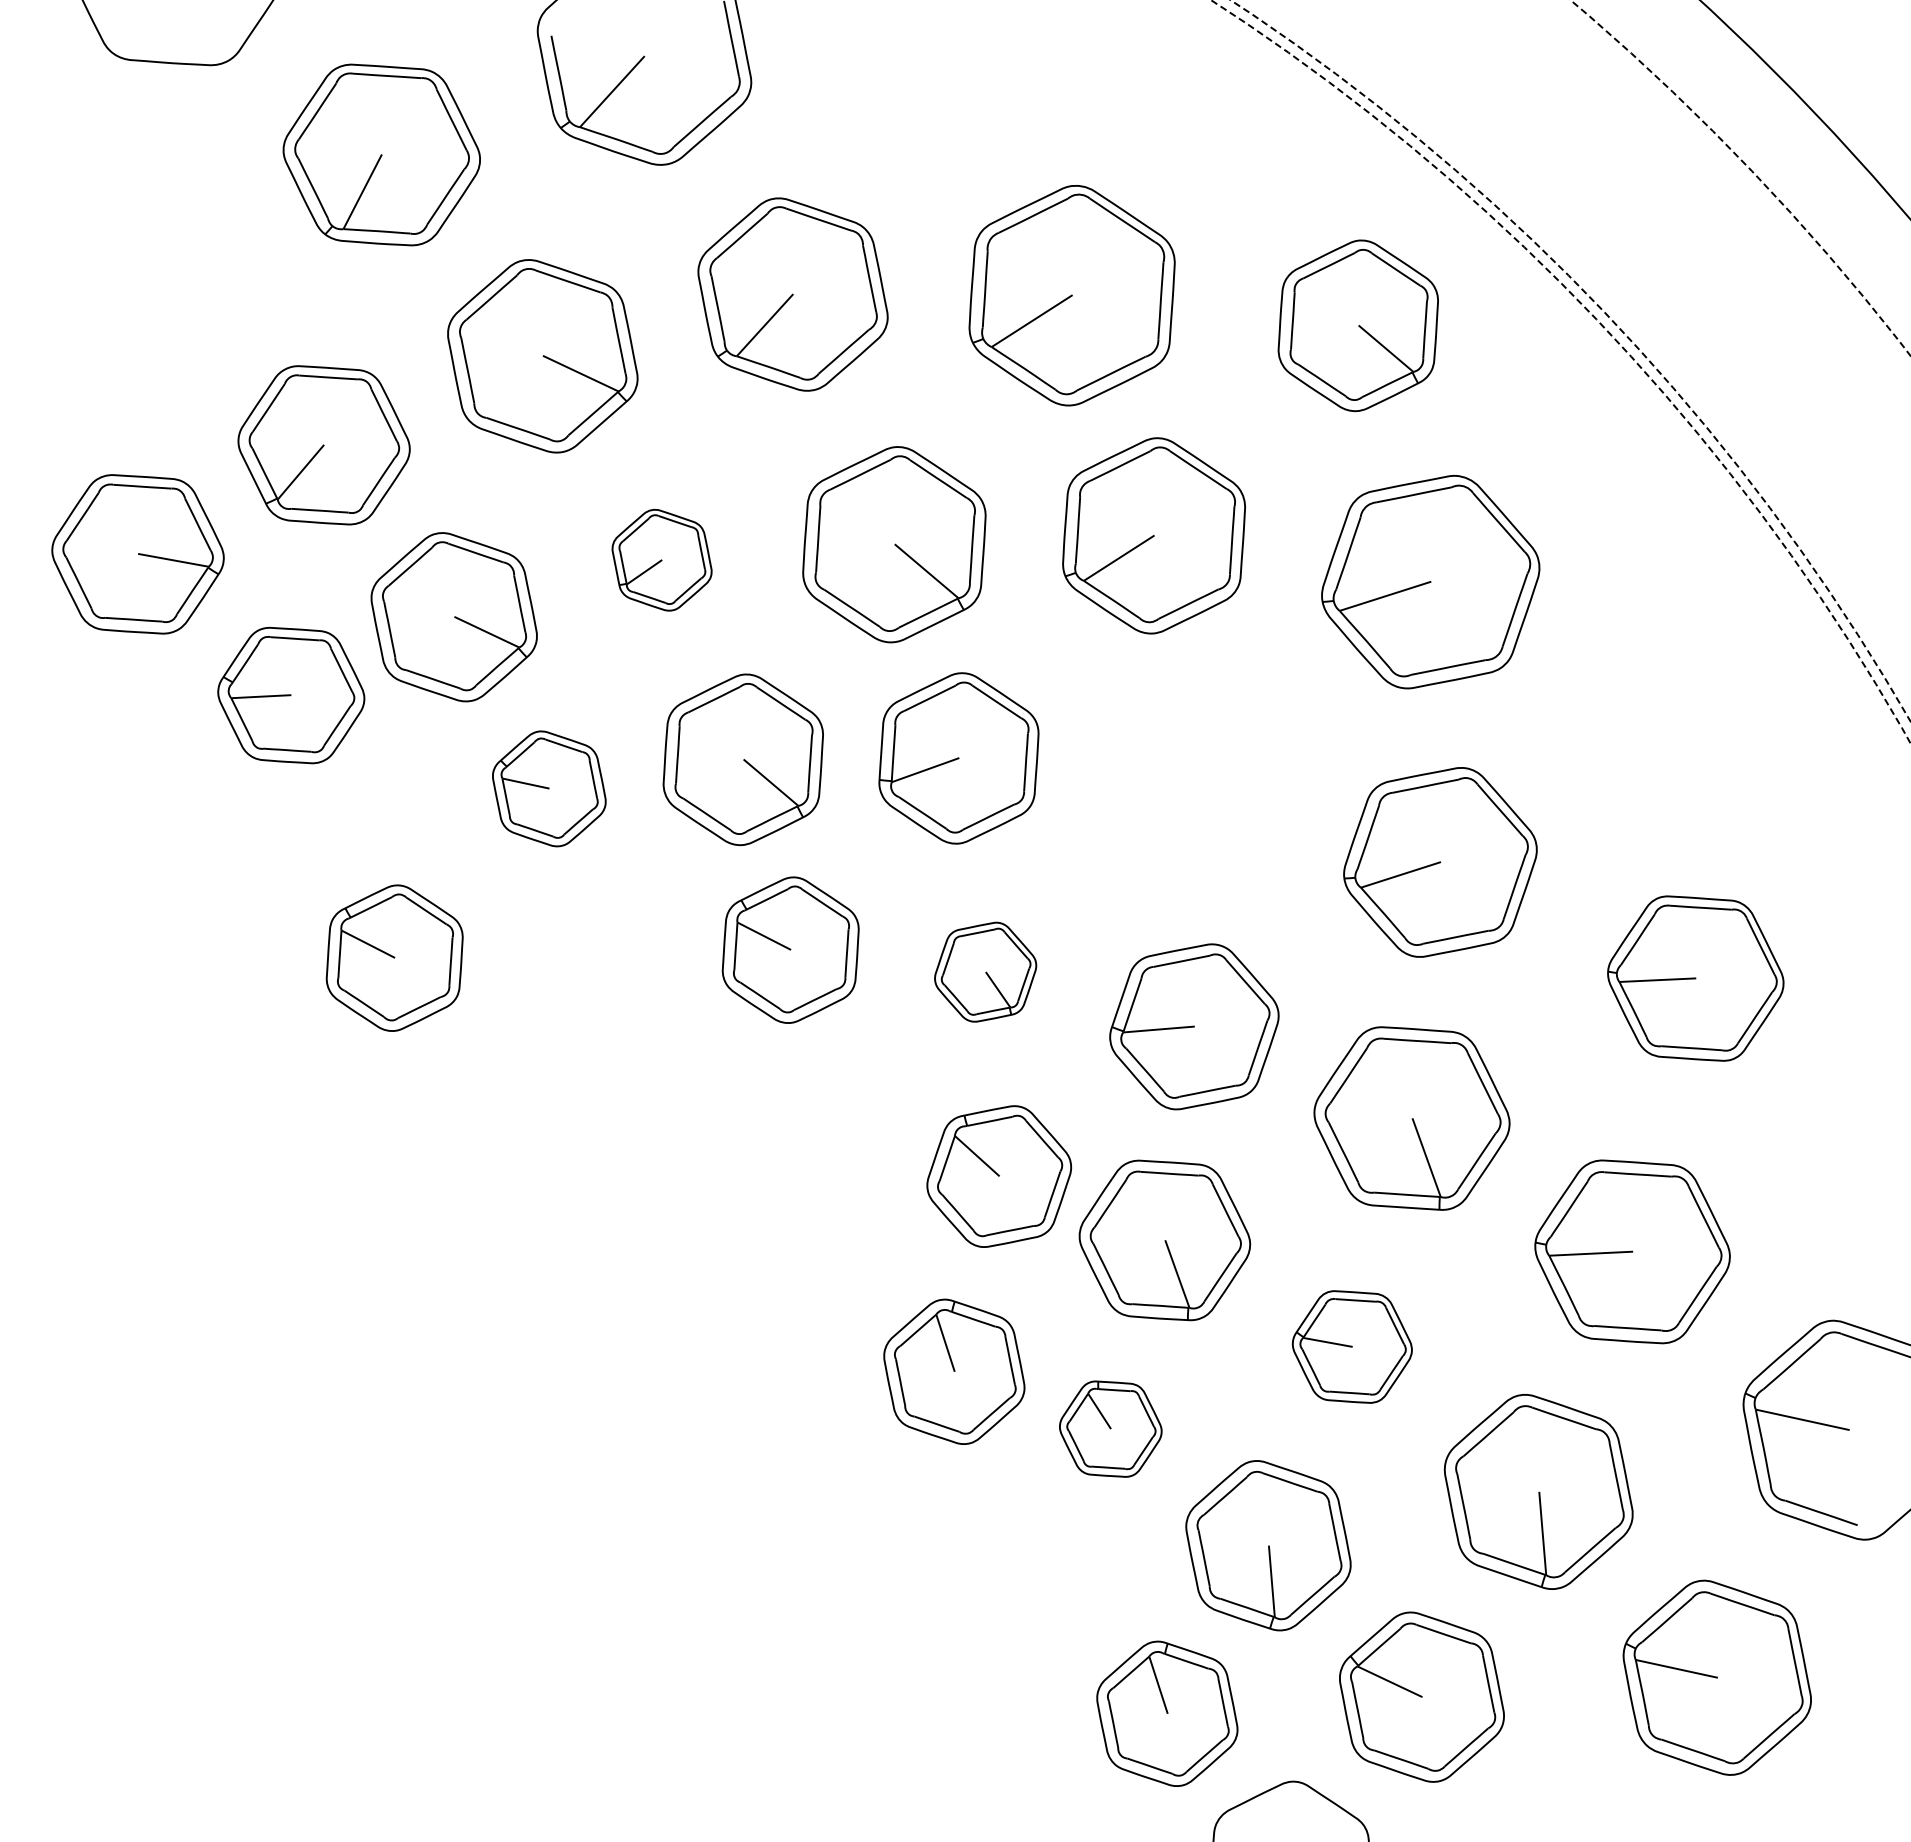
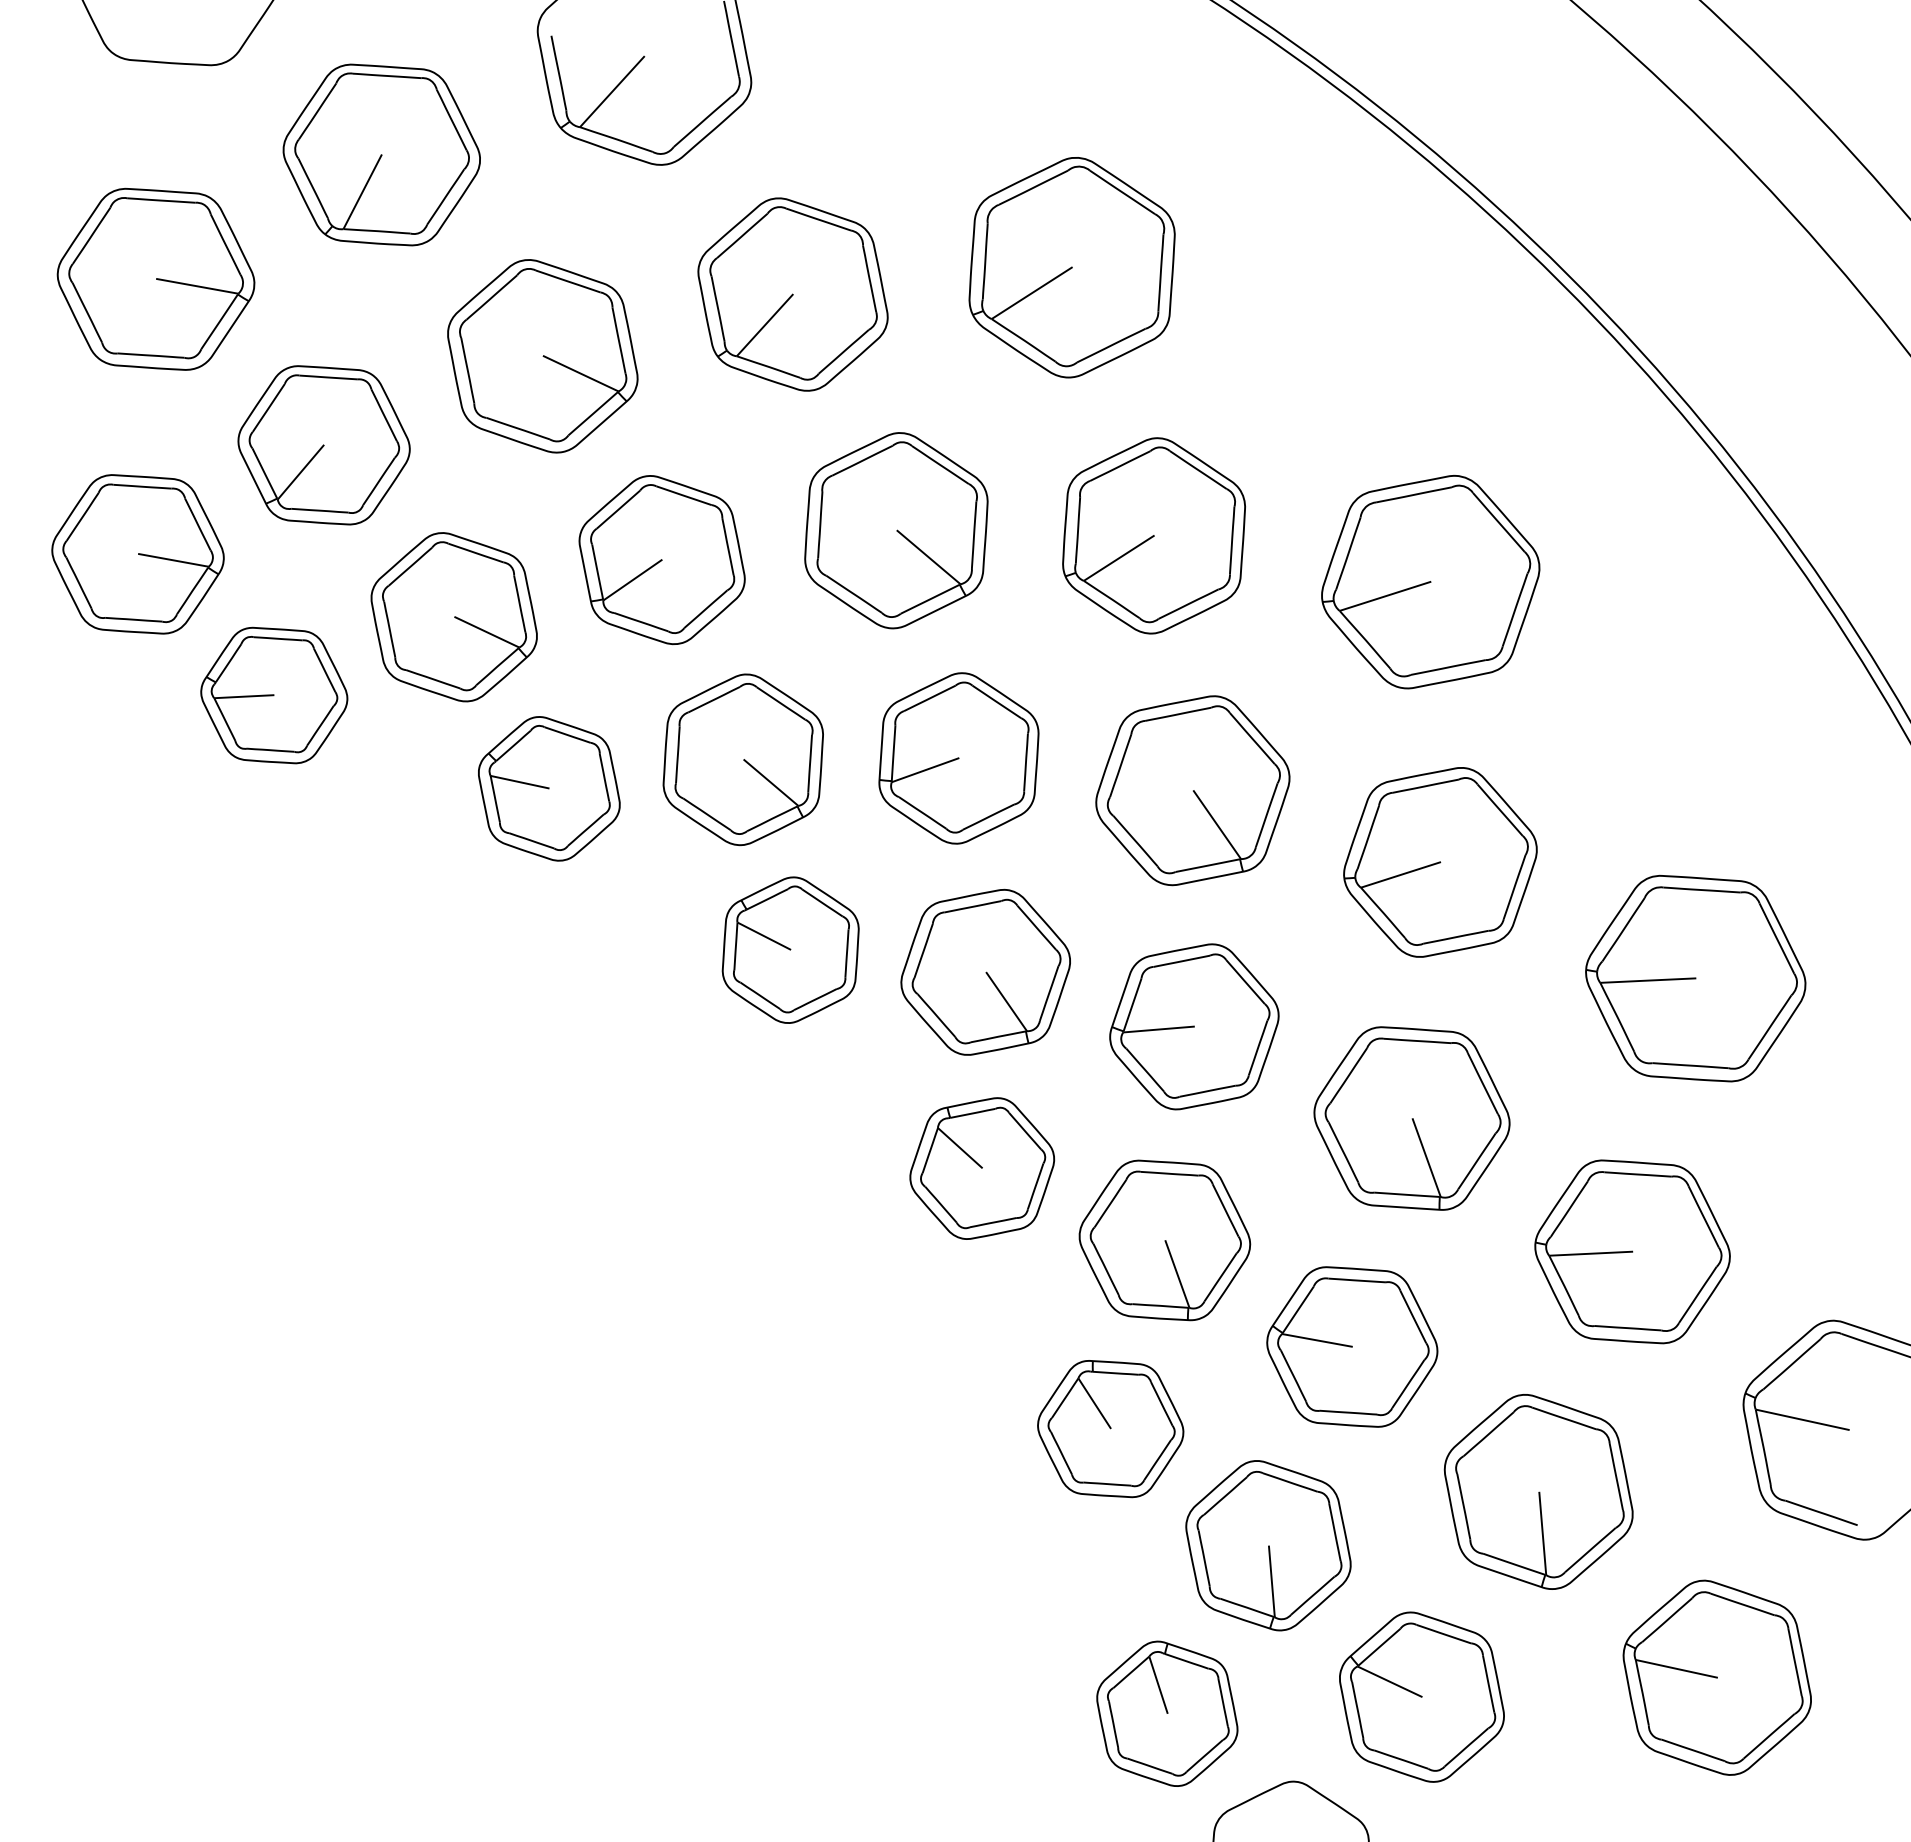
circle at (1740, 177): dashed -> solid
part at (155, 278): none -> present
part at (1071, 295) position: (1071, 295) -> (1071, 267)
part at (1357, 325): present -> none
circle at (1570, 360): dashed -> solid
circle at (1560, 371): dashed -> solid
part at (894, 544) position: (894, 544) -> (896, 530)
part at (661, 559) size: 102x104 px -> 168x171 px
part at (291, 695) position: (291, 695) -> (274, 695)
part at (549, 788) size: 115x118 px -> 143x146 px
part at (1192, 790): none -> present
part at (394, 957): present -> none
part at (985, 971) size: 104x102 px -> 171x168 px
part at (1695, 978) size: 178x167 px -> 222x209 px
part at (999, 1176) position: (999, 1176) -> (982, 1168)
part at (1351, 1346) size: 122x114 px -> 173x162 px
part at (954, 1371): present -> none
part at (1110, 1428) size: 104x98 px -> 148x139 px
